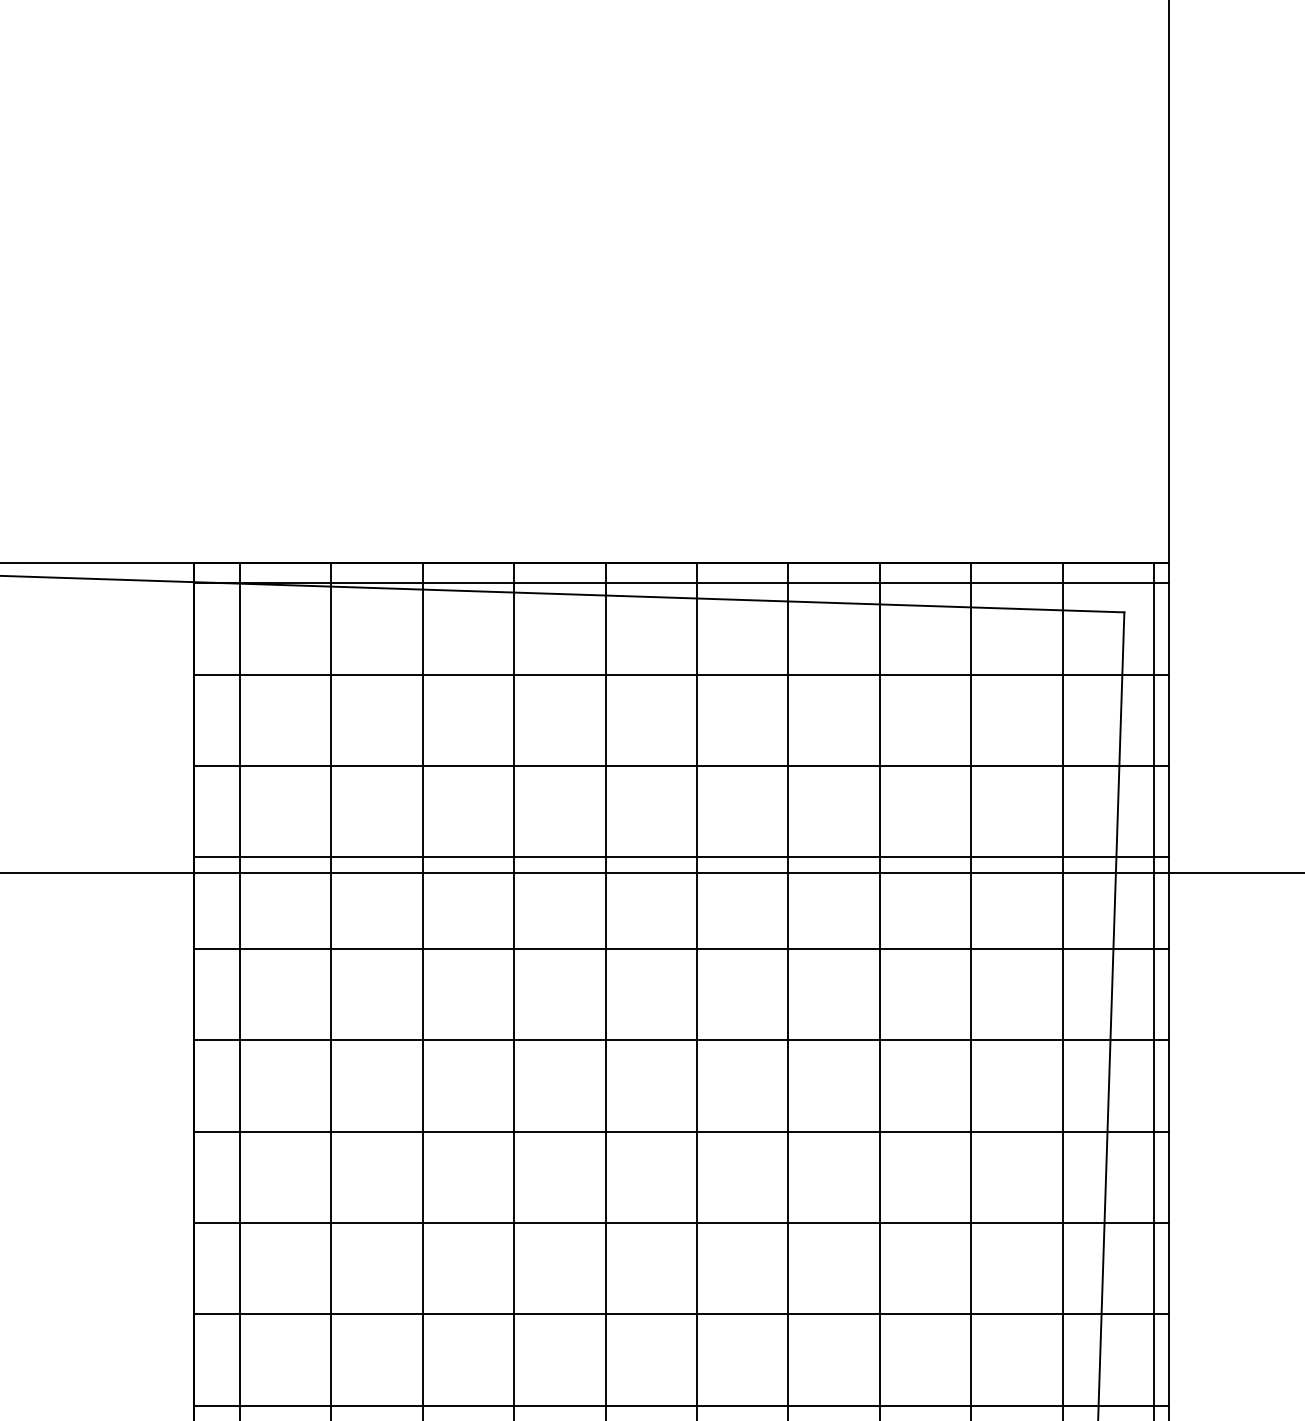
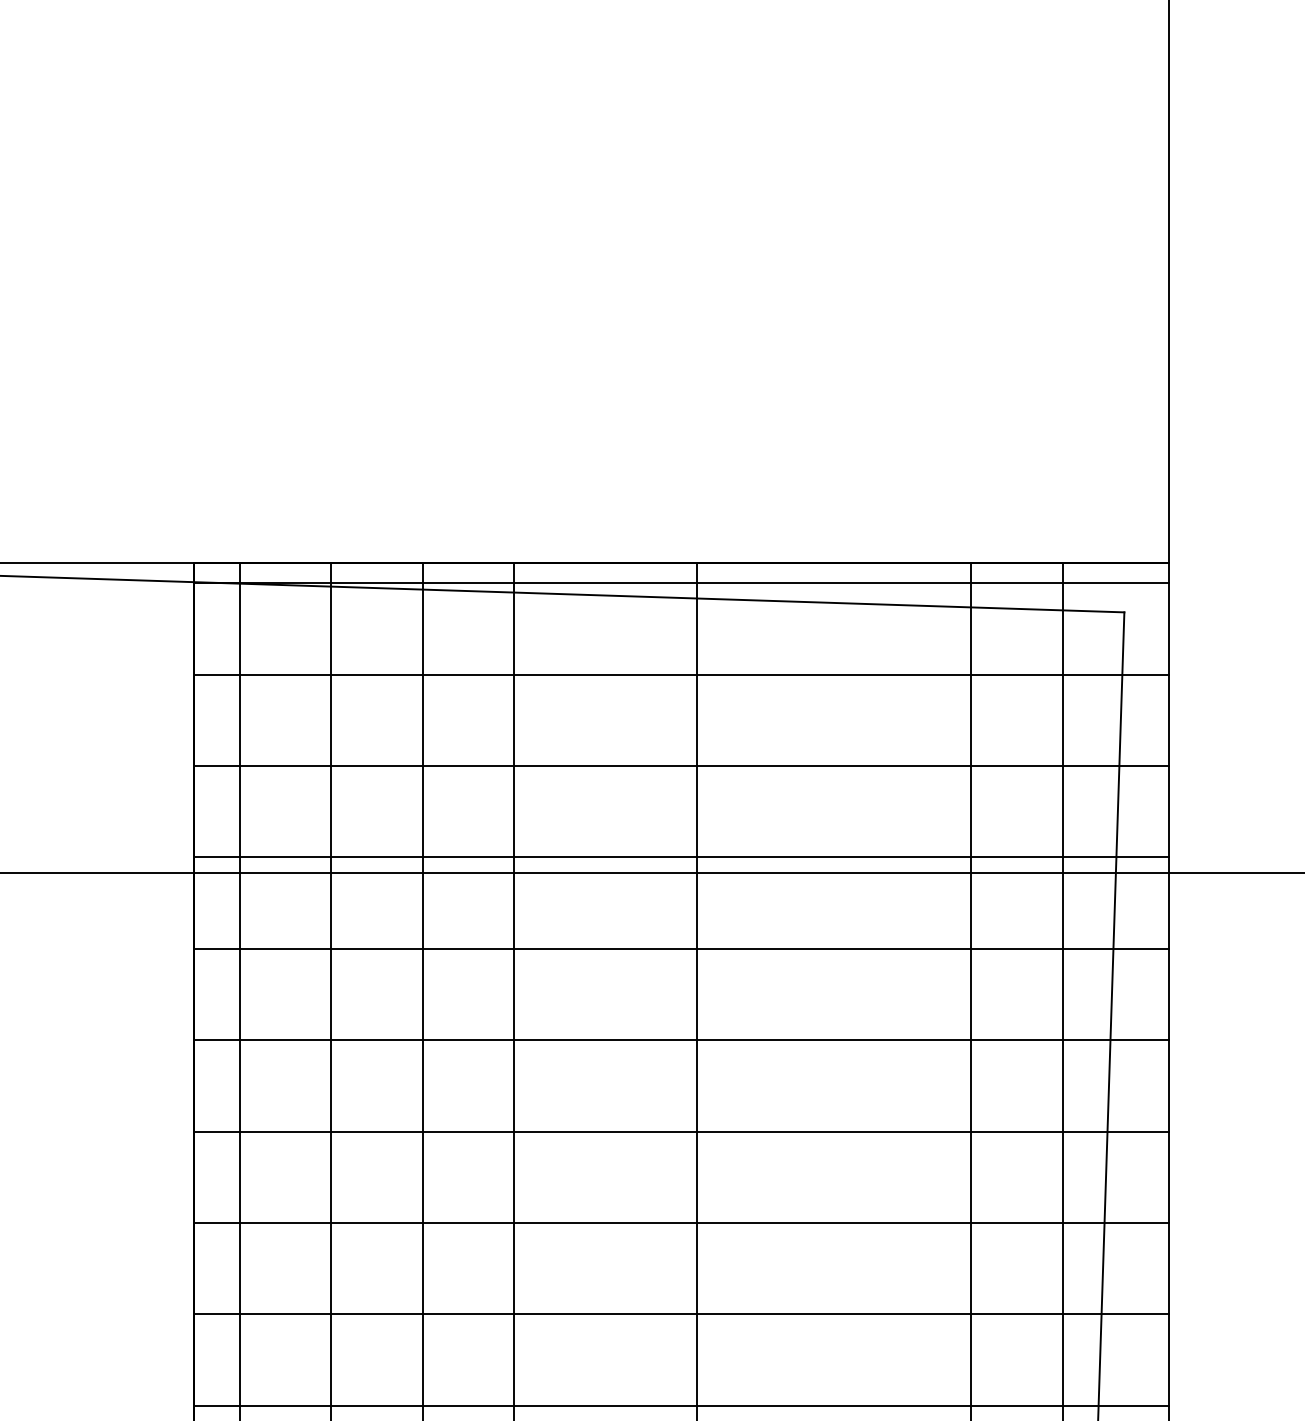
line at (605, 990): present -> none
line at (788, 990): present -> none
line at (879, 990): present -> none
line at (1154, 990): present -> none
